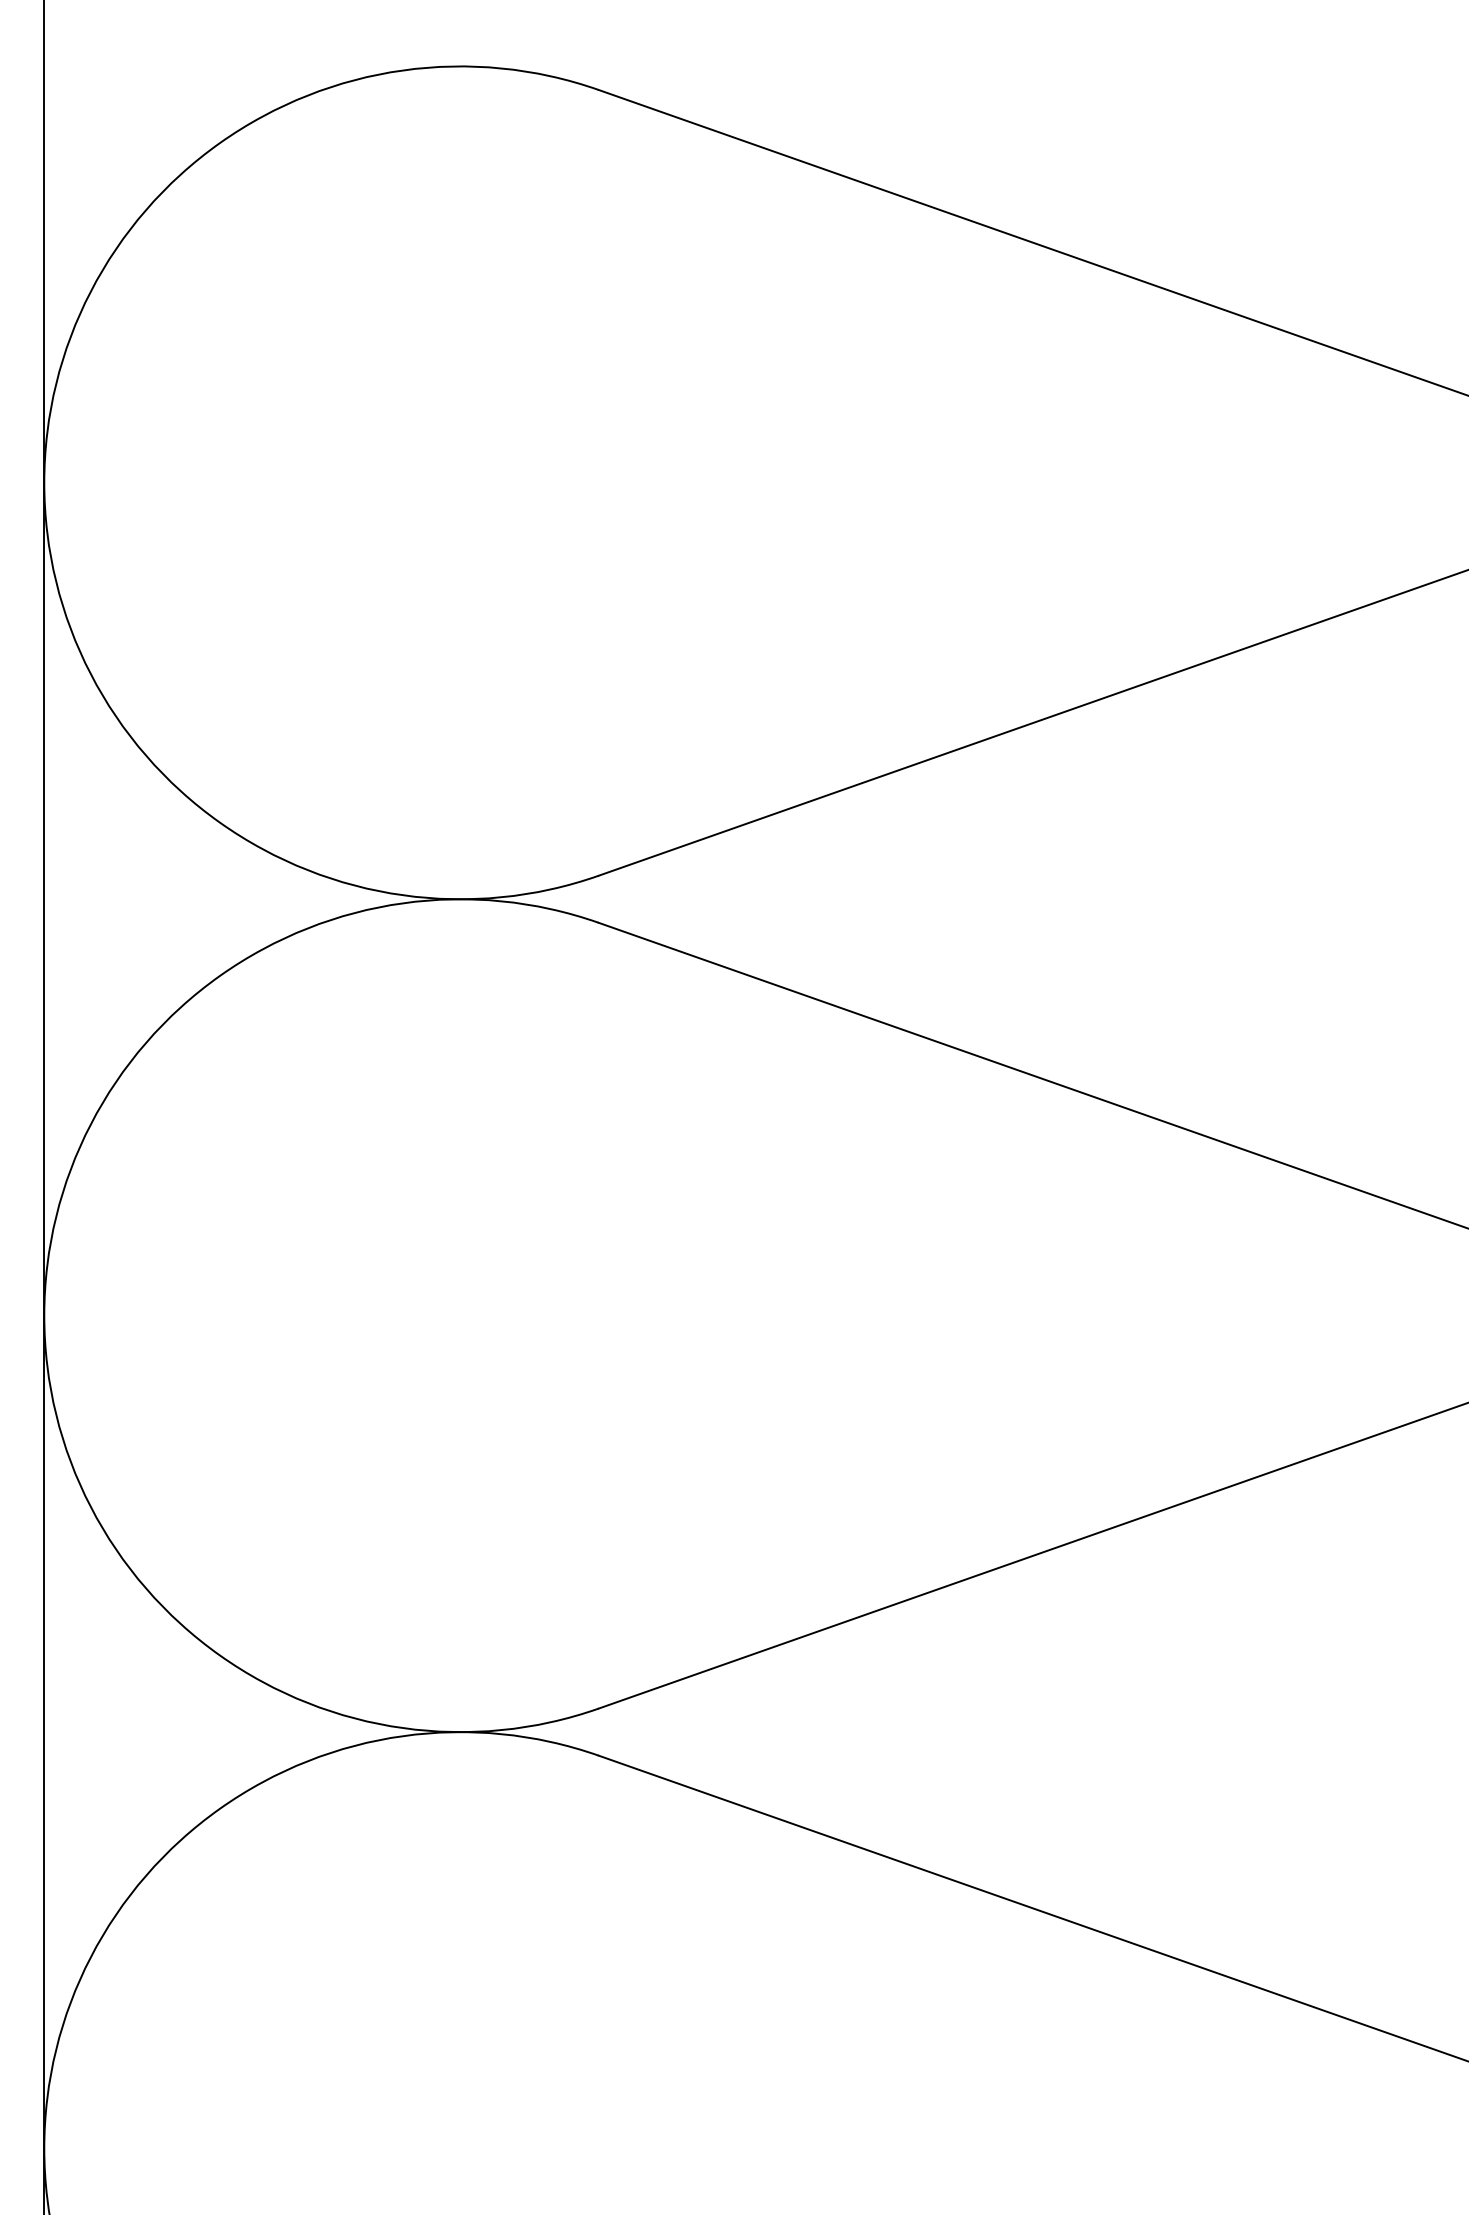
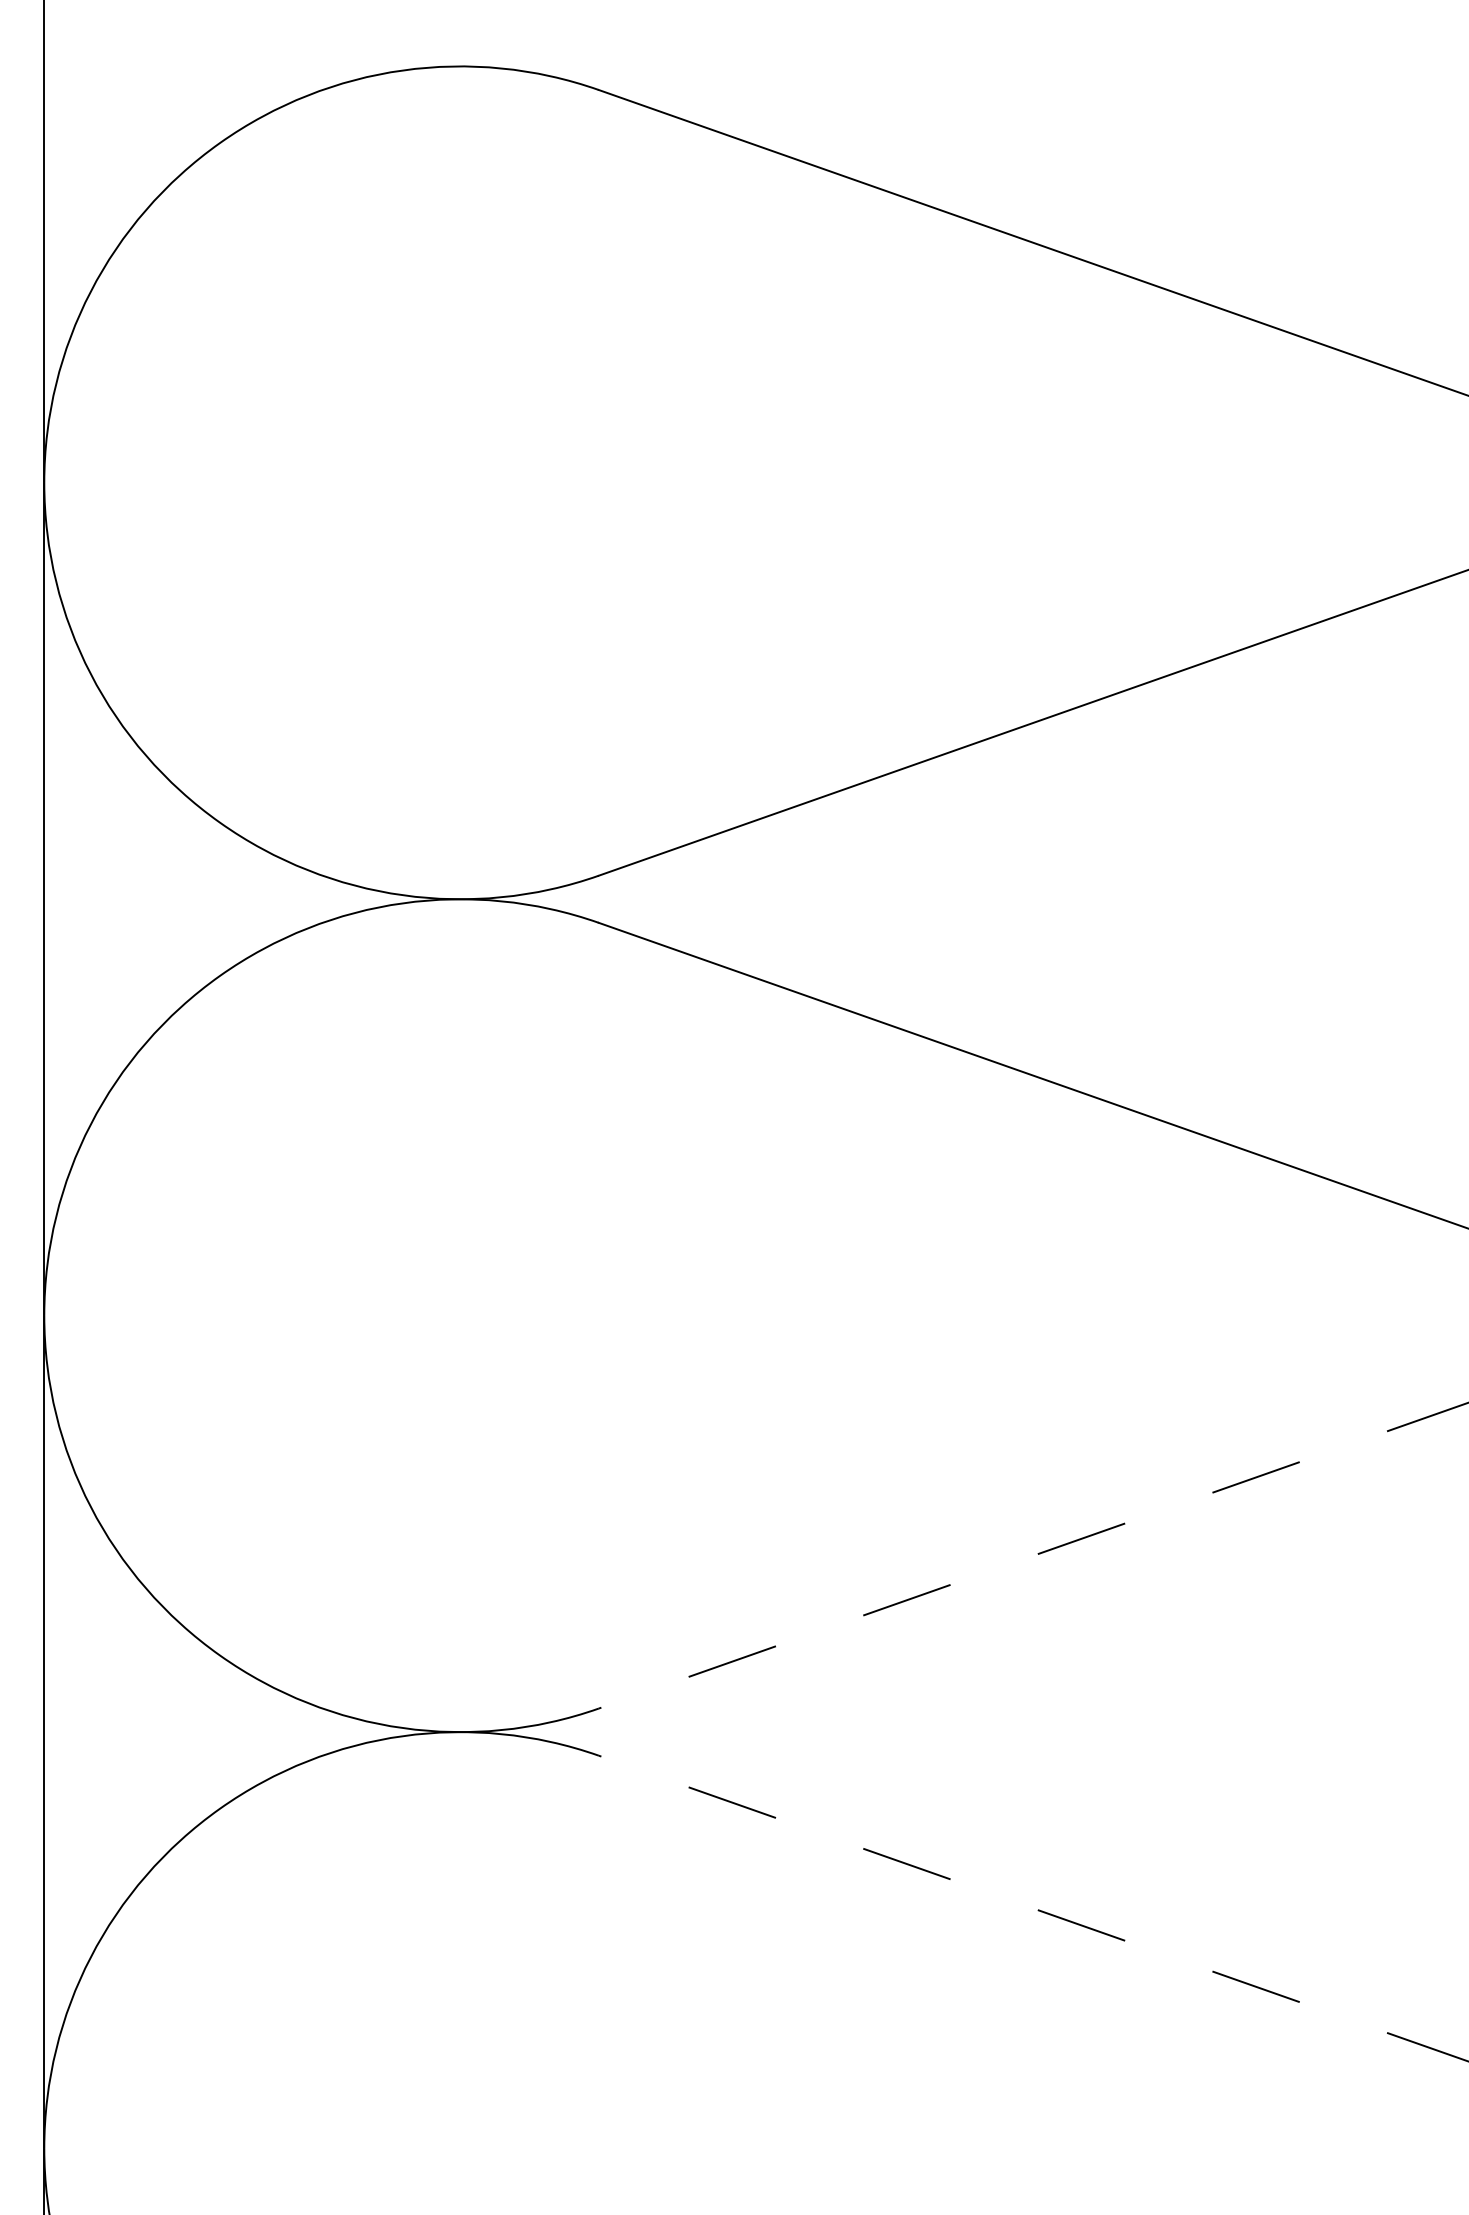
line at (1033, 1555): solid -> dashed
line at (1033, 1908): solid -> dashed
